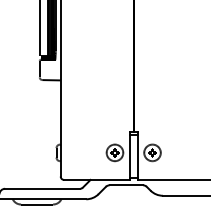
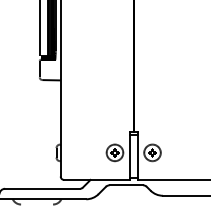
line at (37, 204): present -> none
